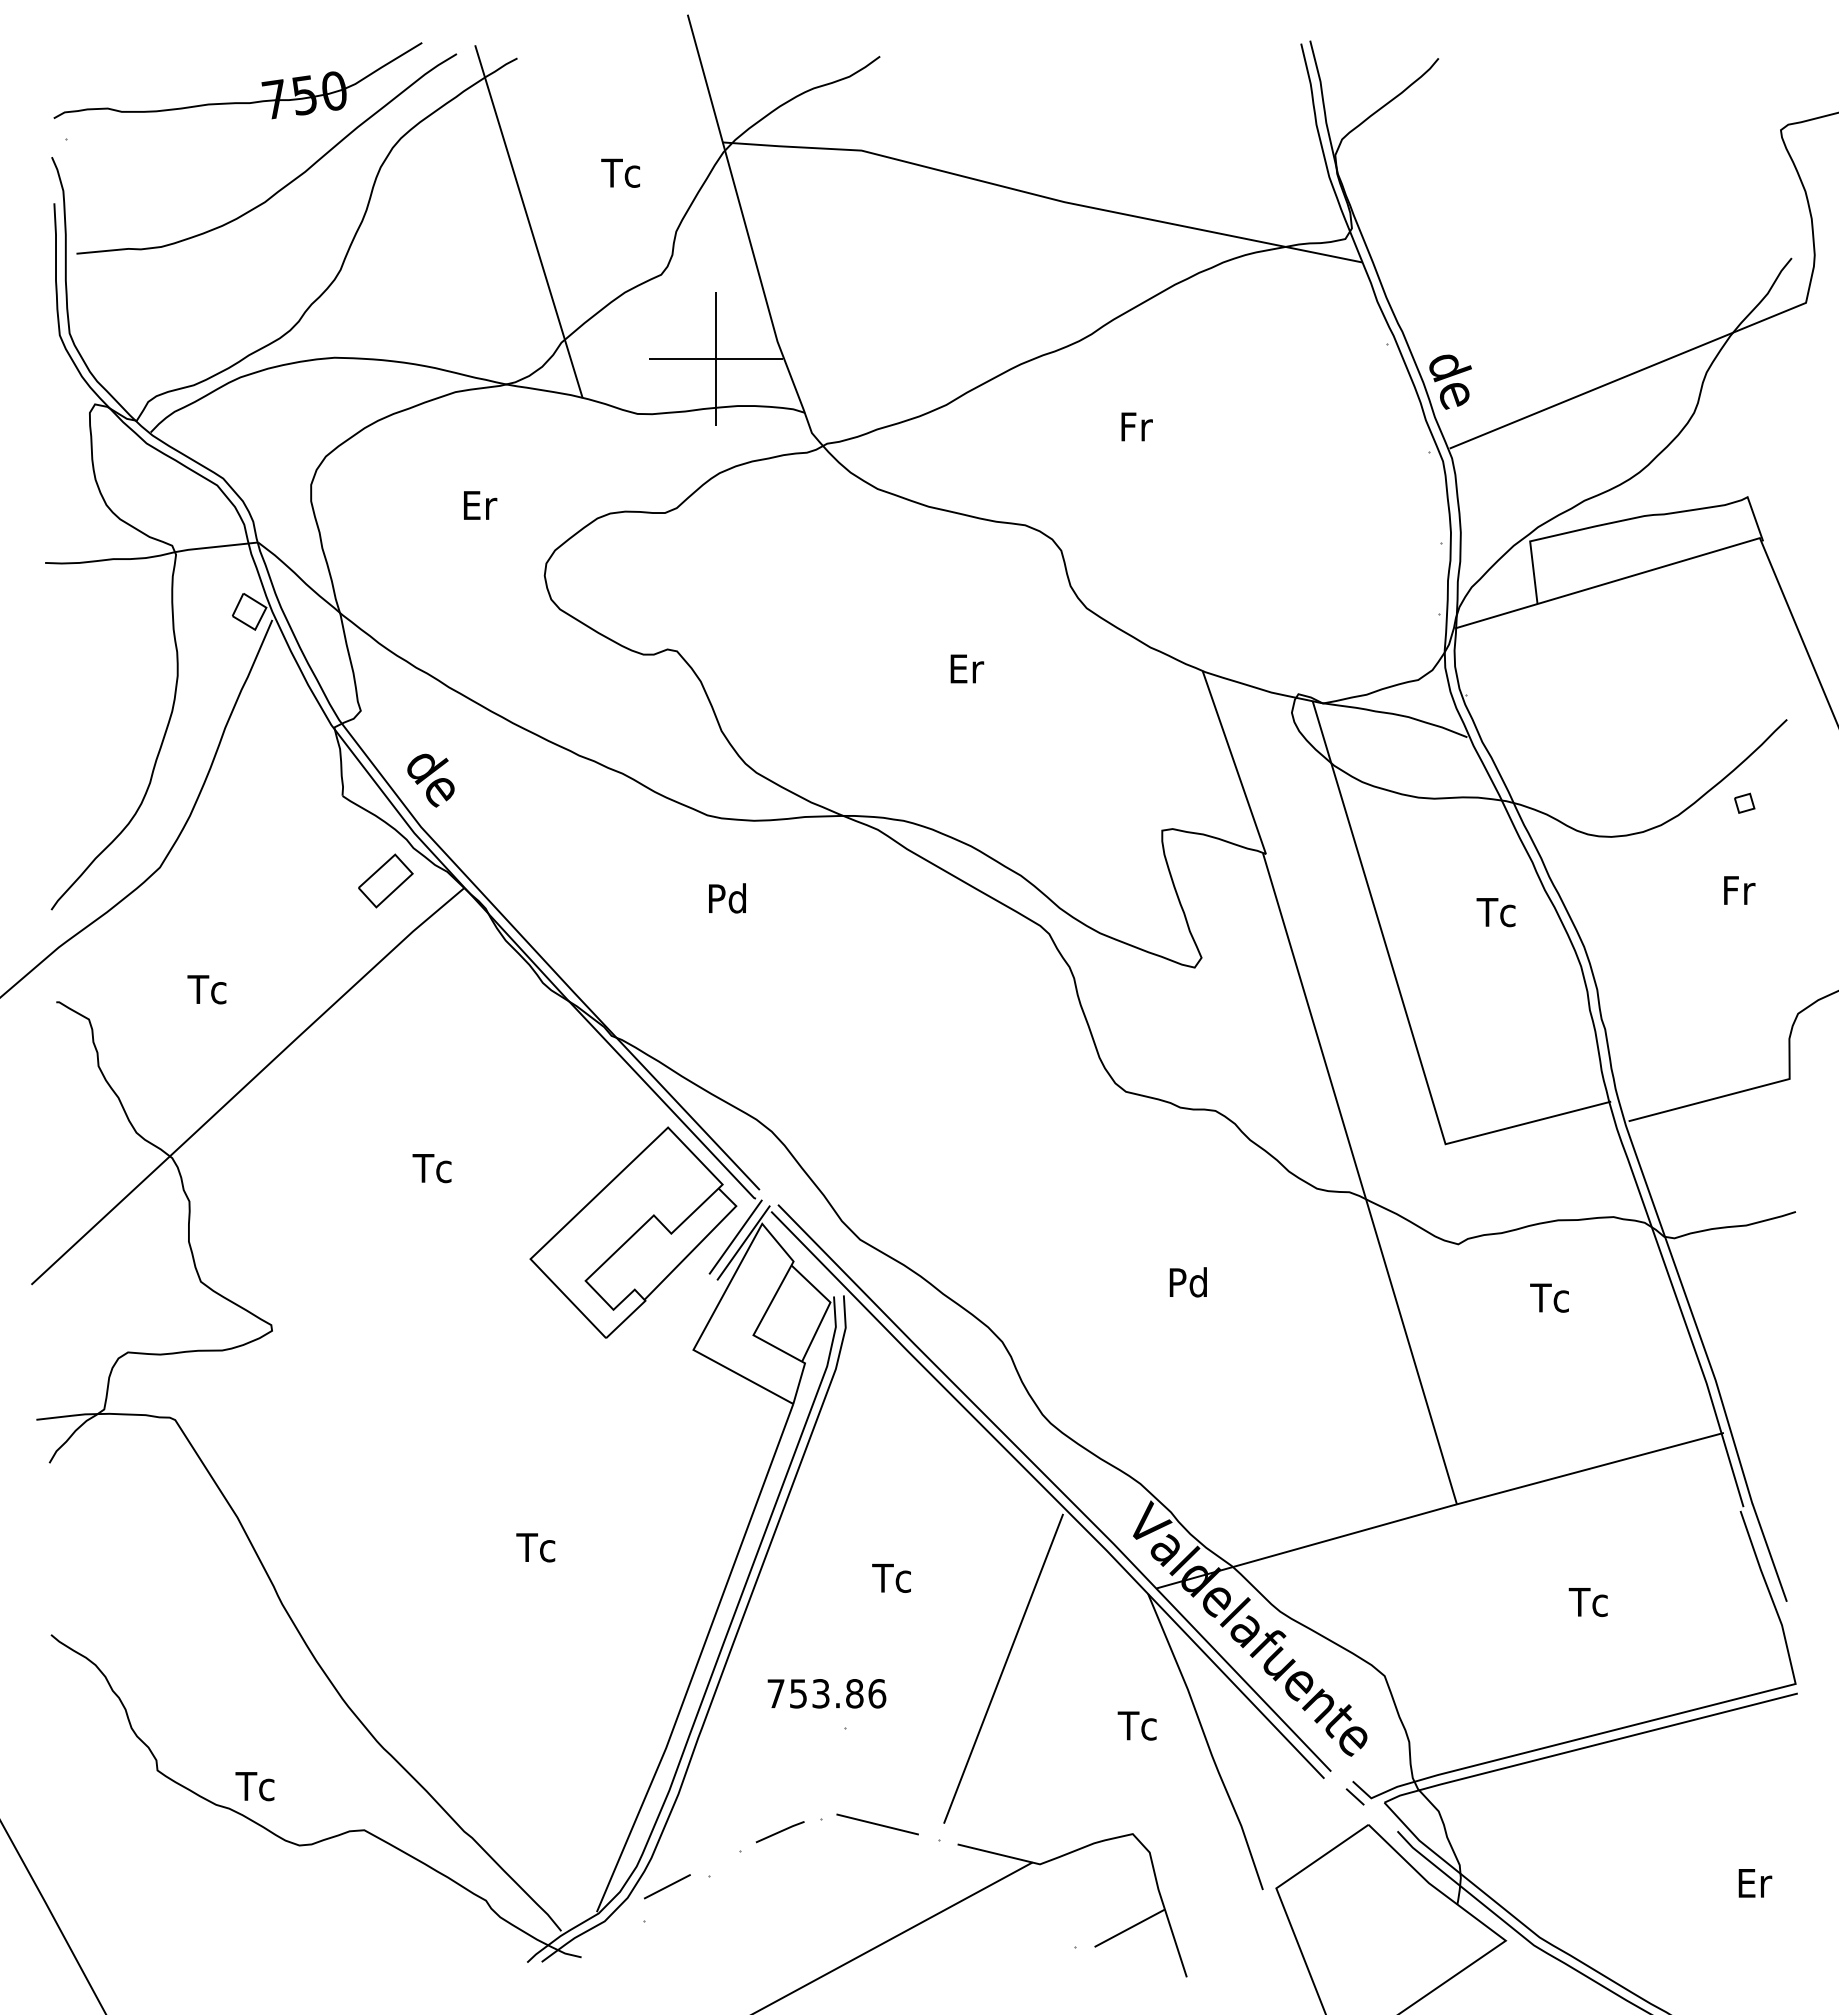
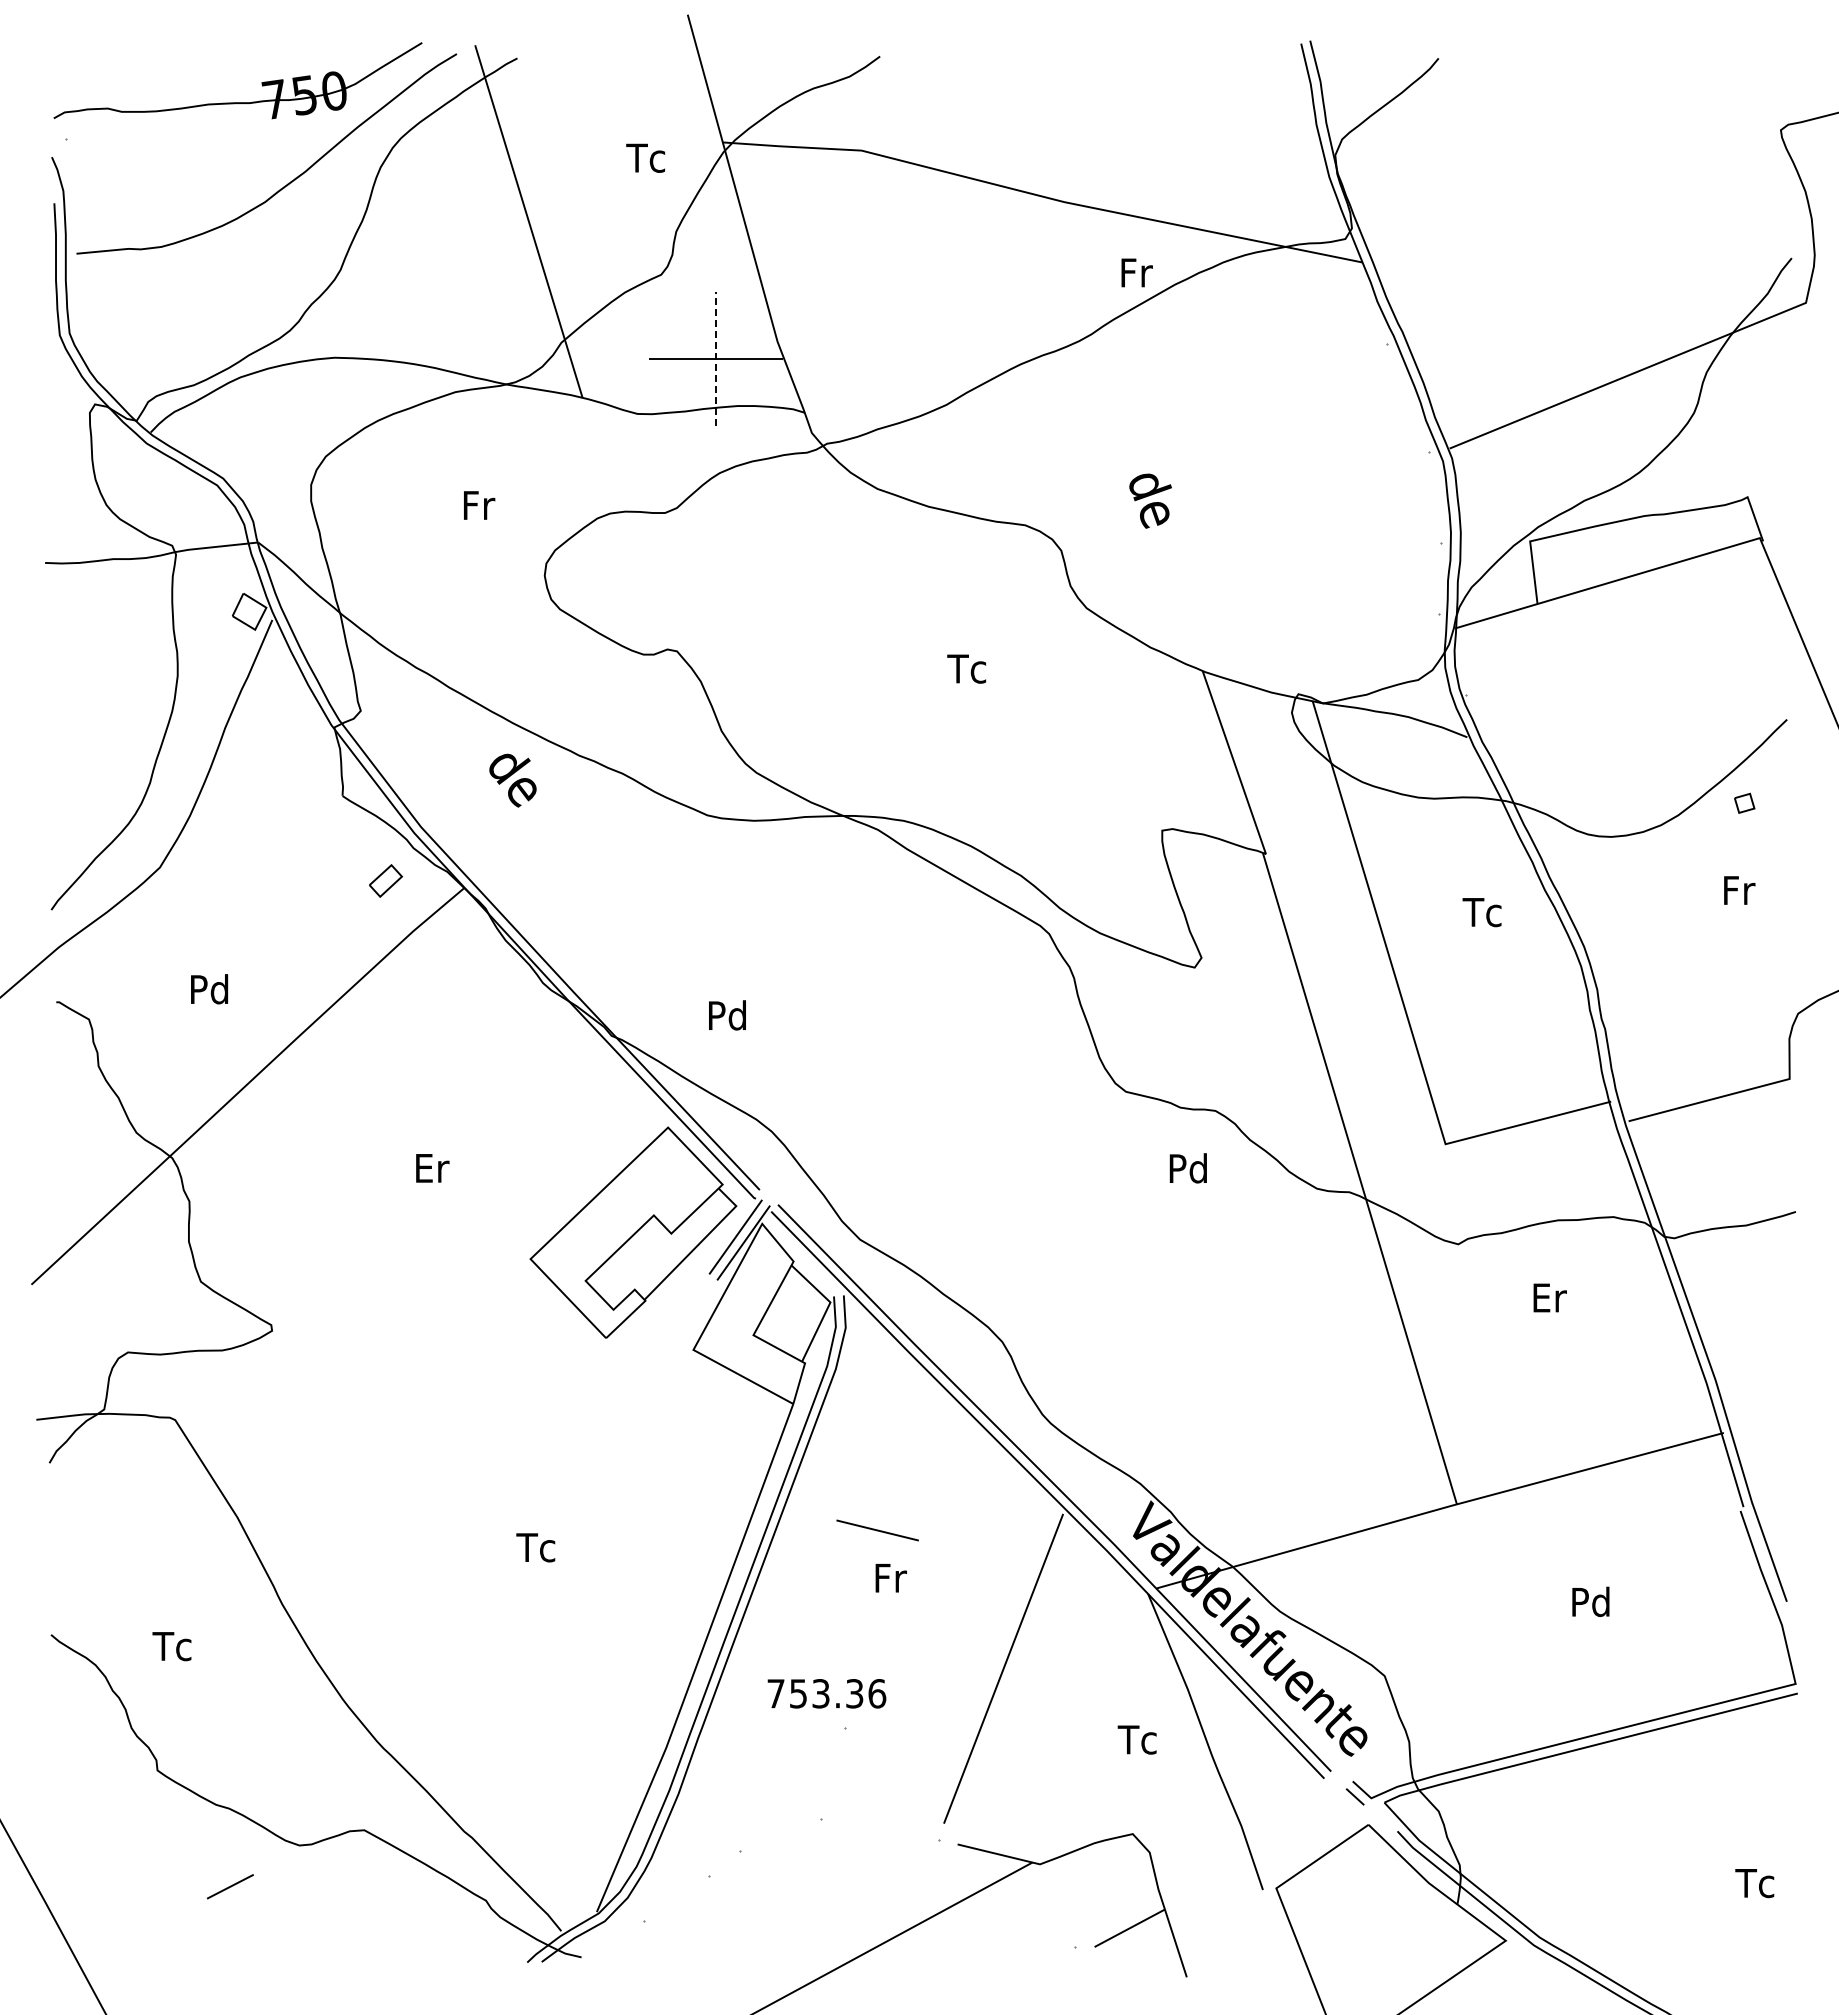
text at (620, 172) position: (620, 172) -> (645, 157)
line at (715, 358): solid -> dashed
text at (1450, 381) position: (1450, 381) -> (1150, 500)
text at (1136, 426) position: (1136, 426) -> (1136, 272)
text at (482, 505): Er -> Fr
text at (966, 668): Er -> Tc
text at (430, 780) position: (430, 780) -> (512, 780)
part at (385, 880) size: 56x56 px -> 35x34 px
text at (727, 898) position: (727, 898) -> (727, 1015)
text at (1495, 912) position: (1495, 912) -> (1481, 912)
text at (207, 989): Tc -> Pd
text at (431, 1168): Tc -> Er
text at (1187, 1282) position: (1187, 1282) -> (1187, 1168)
text at (1549, 1297): Tc -> Er
text at (891, 1577): Tc -> Fr
text at (1588, 1601): Tc -> Pd
text at (854, 1693): 753.86 -> 753.36
text at (1136, 1725) position: (1136, 1725) -> (1136, 1739)
text at (254, 1786) position: (254, 1786) -> (171, 1646)
line at (877, 1824) position: (877, 1824) -> (877, 1530)
line at (779, 1832): present -> none
text at (1754, 1883): Er -> Tc
line at (667, 1886) position: (667, 1886) -> (230, 1886)
